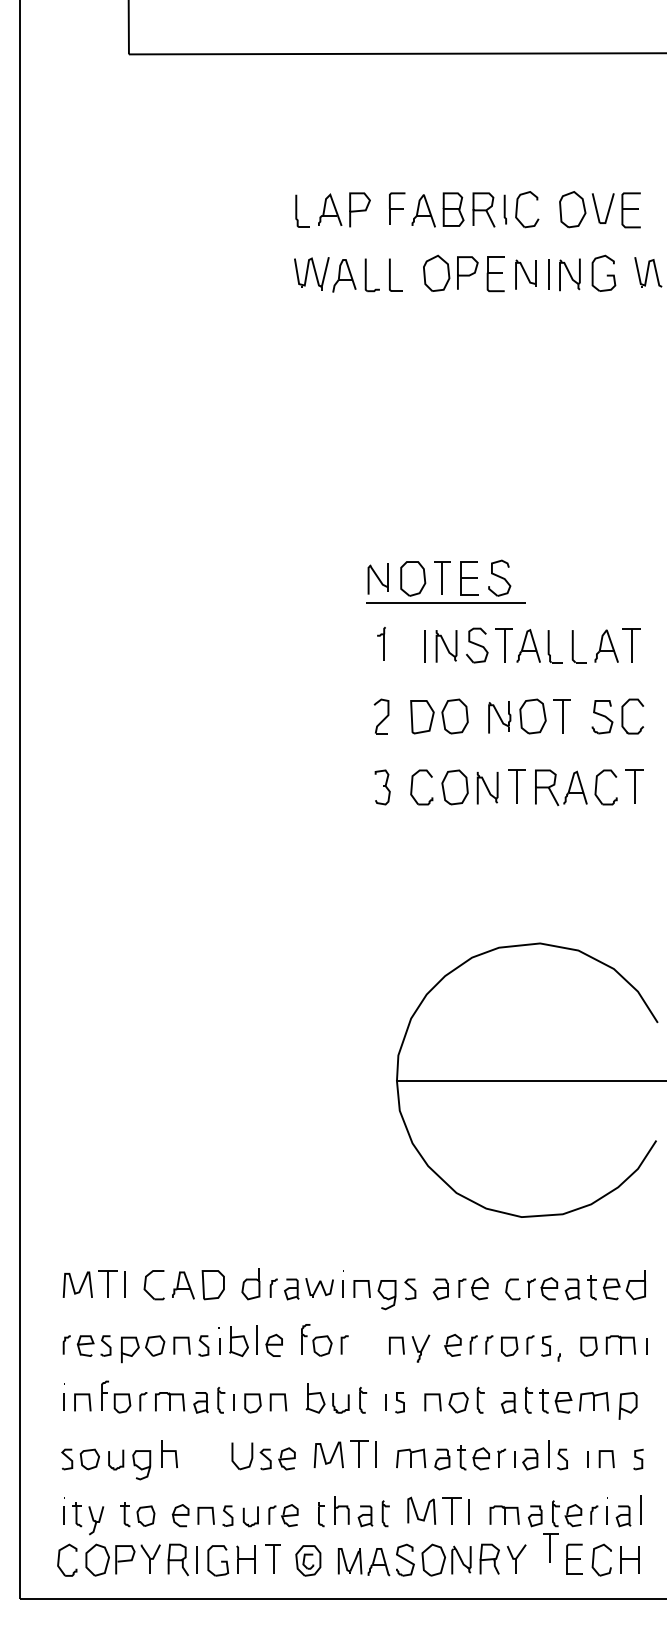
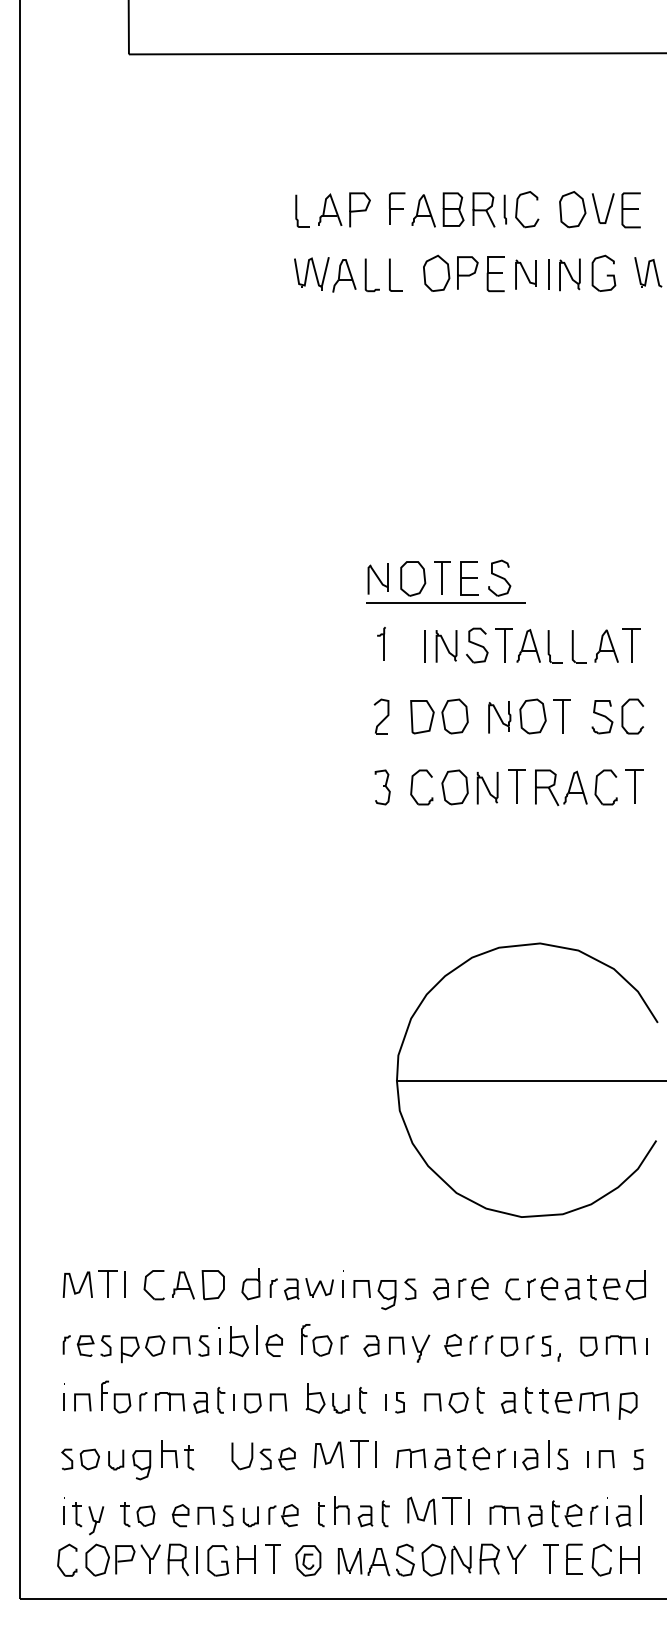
part at (371, 1345): none -> present
part at (189, 1457): none -> present
part at (550, 1547) position: (550, 1547) -> (550, 1558)
